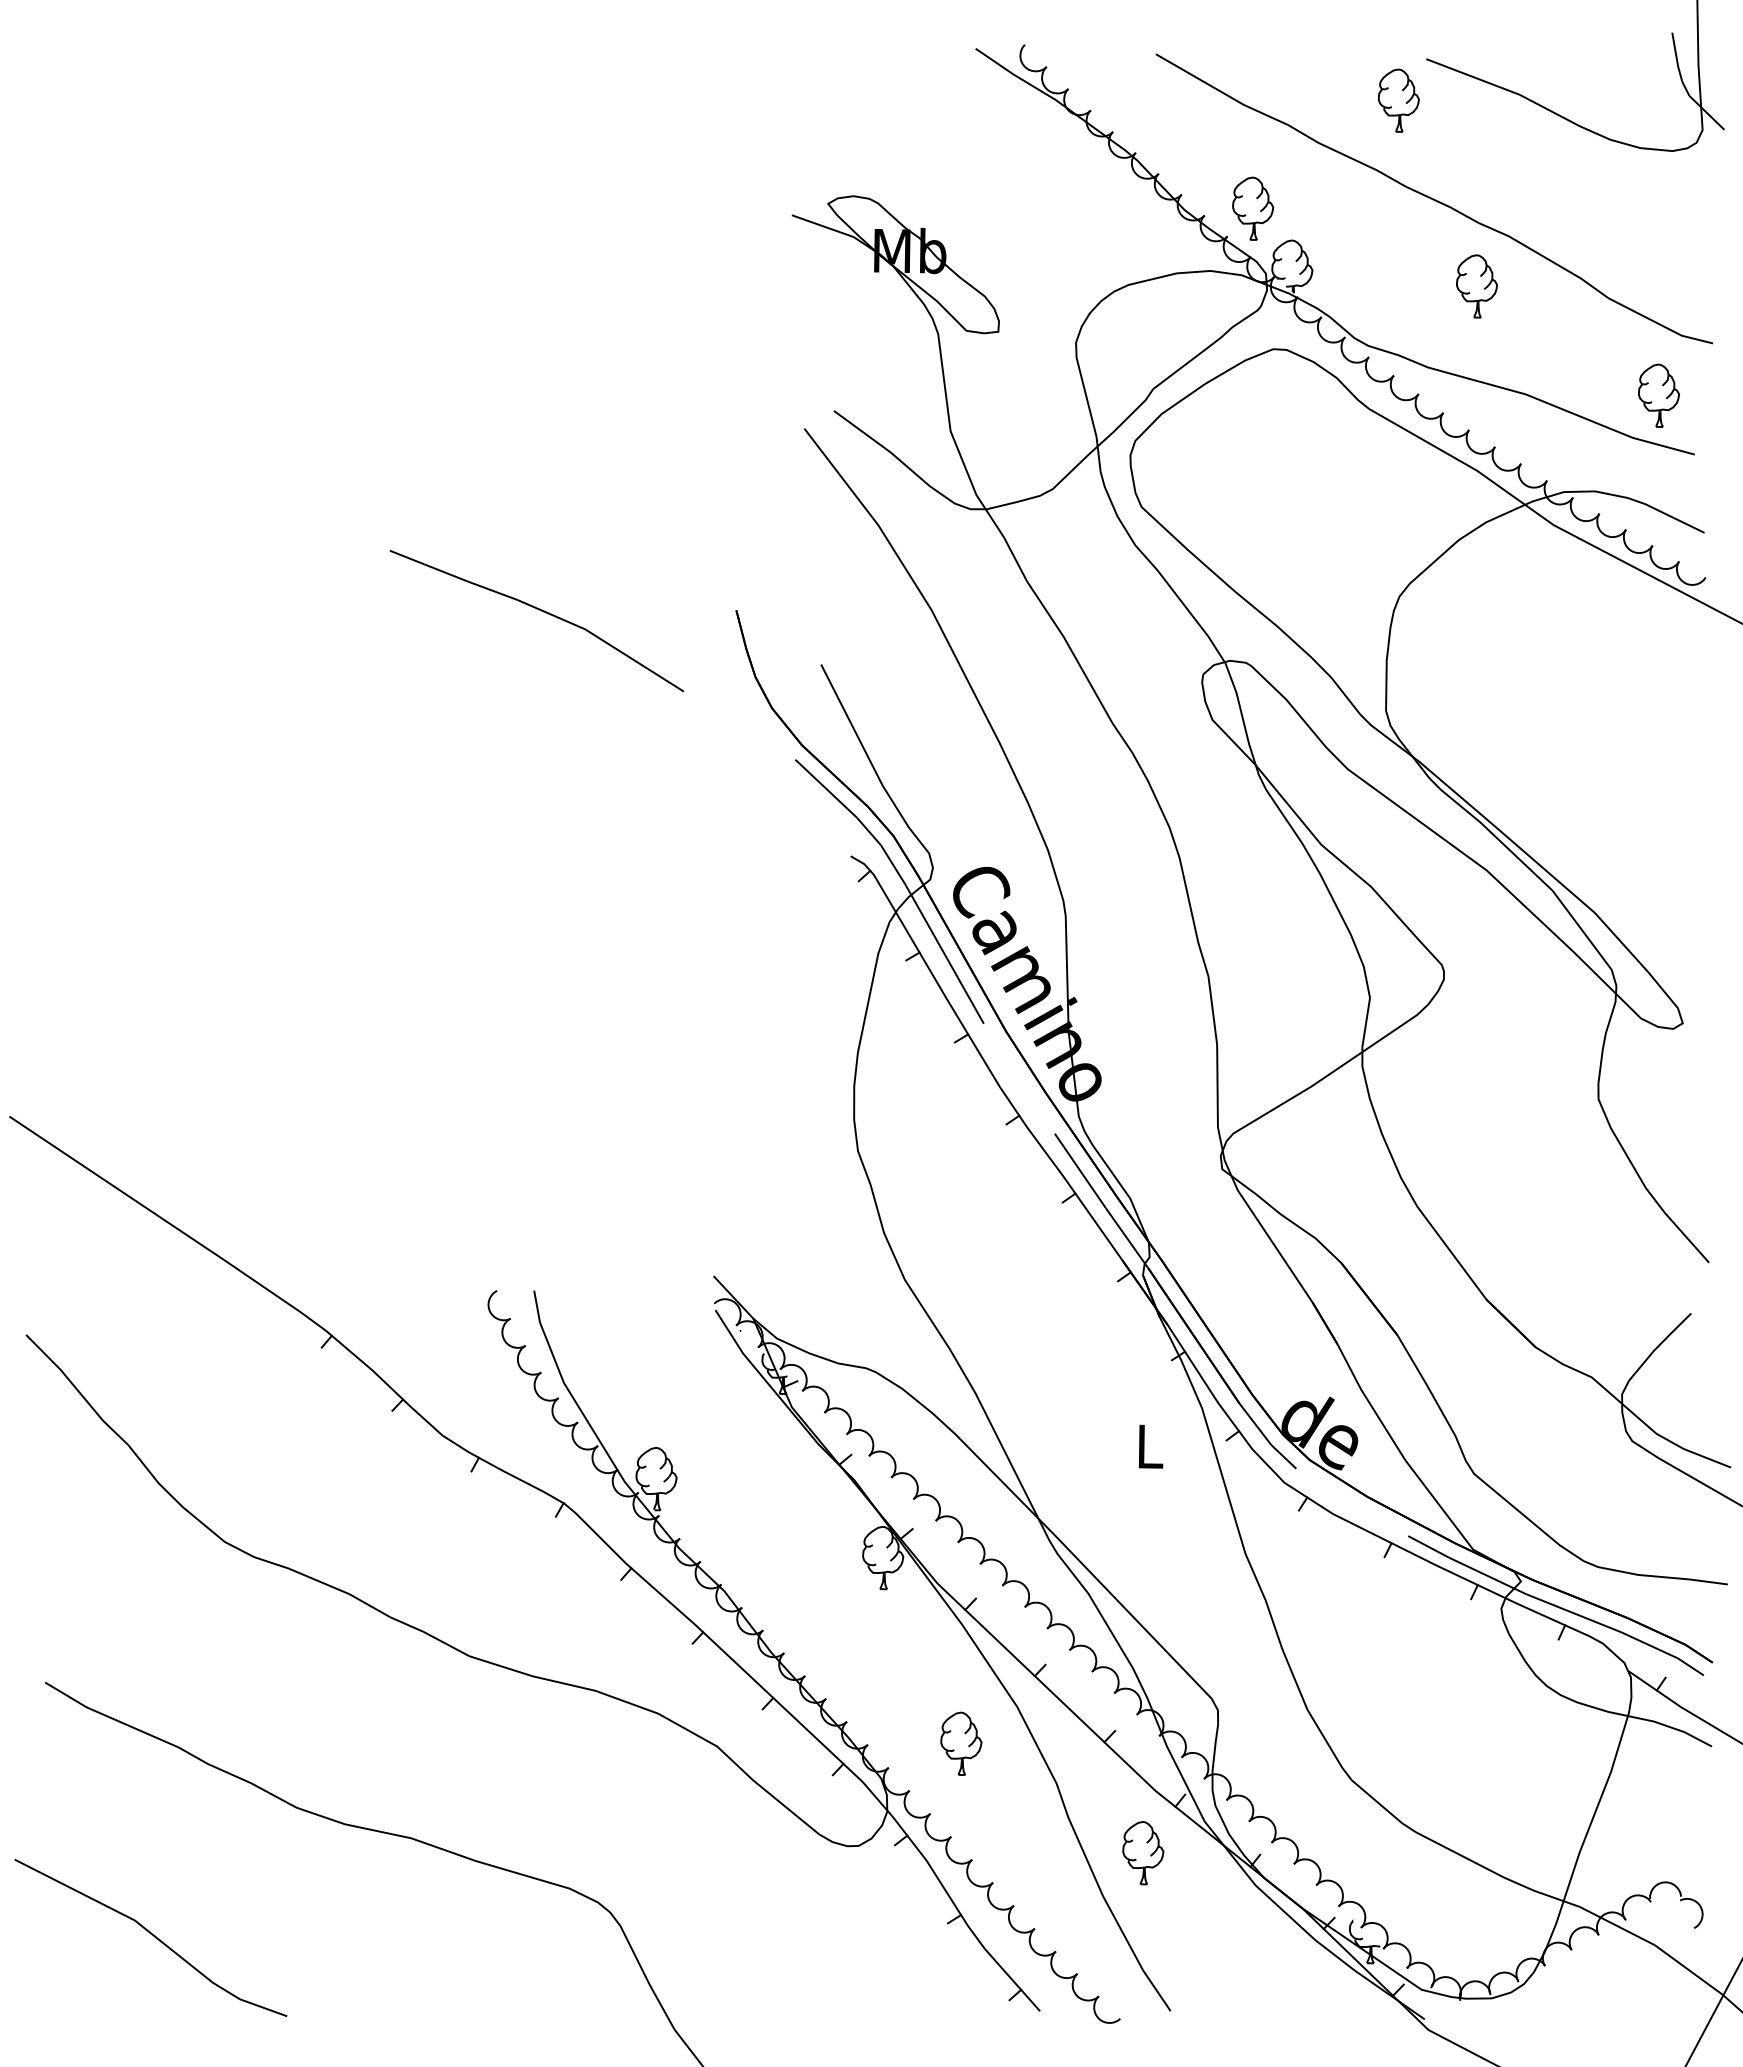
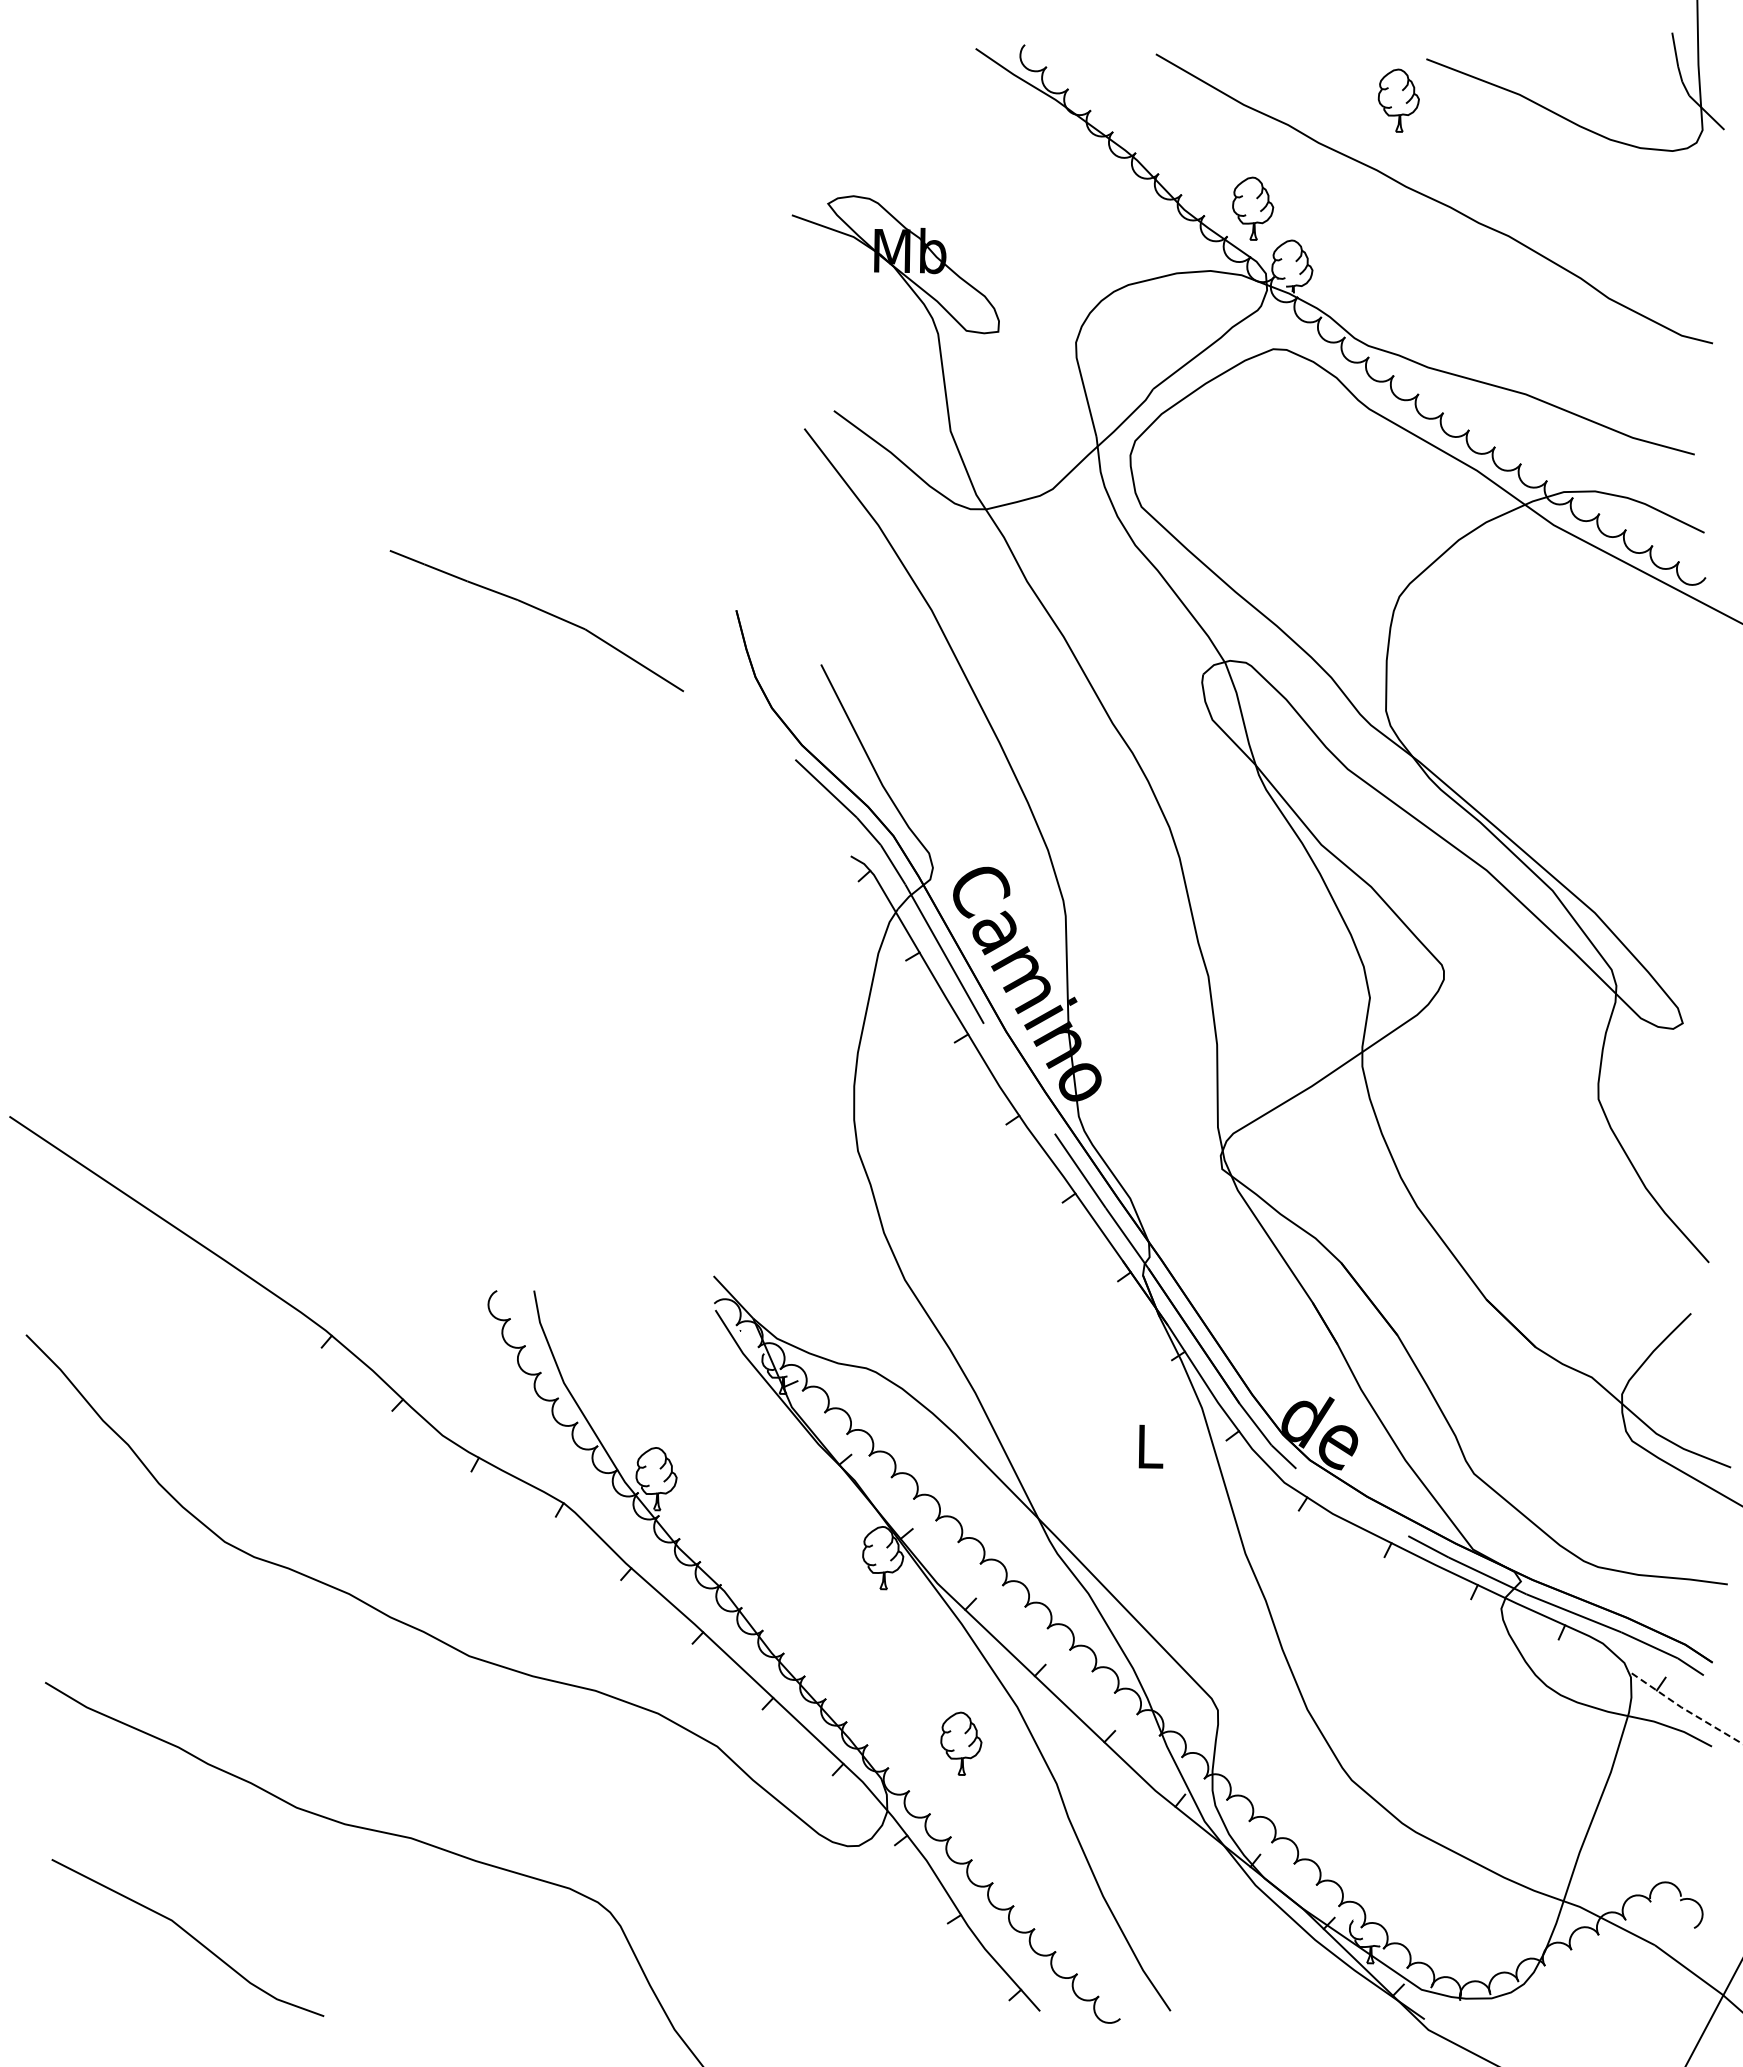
part at (1476, 286): present -> none
part at (1658, 395): present -> none
line at (1682, 1708): solid -> dashed
part at (1143, 1853): present -> none
line at (152, 1935) position: (152, 1935) -> (189, 1935)
